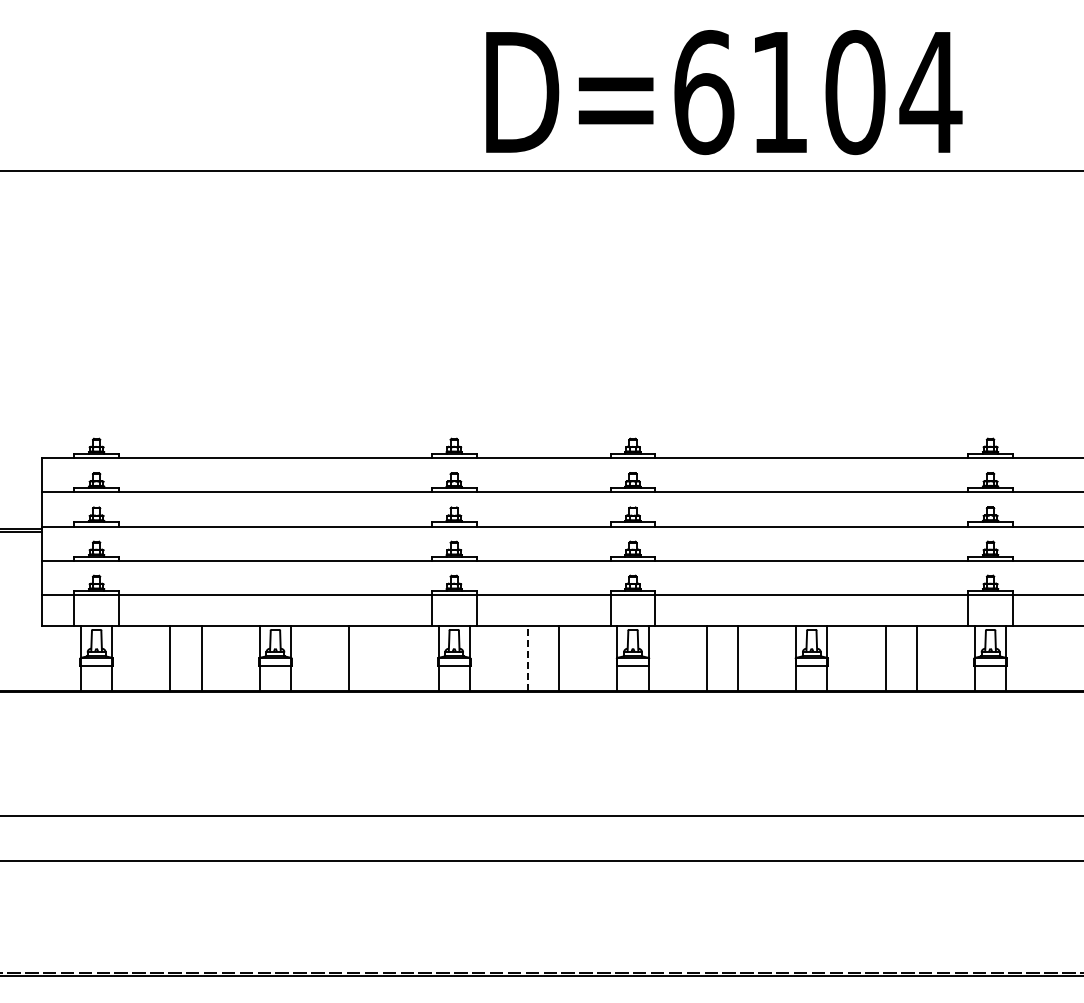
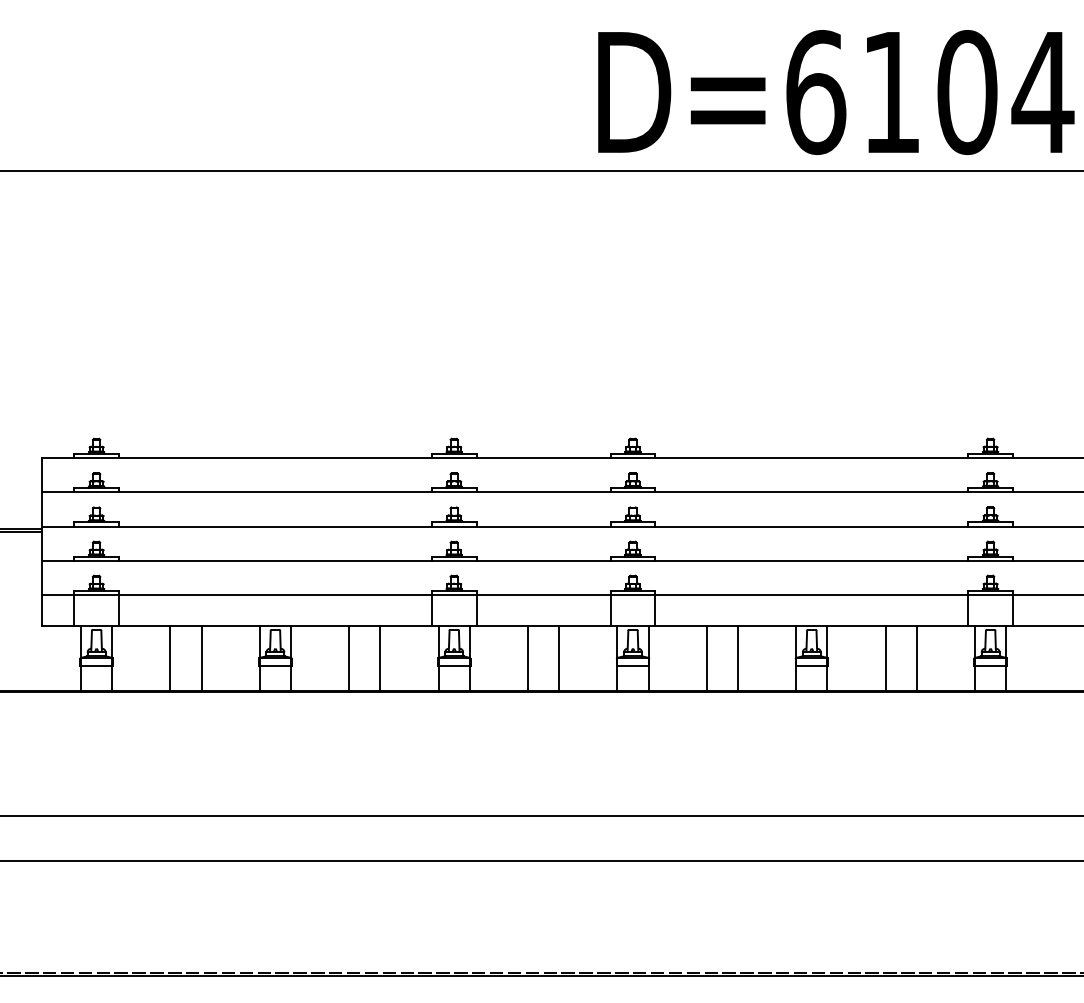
text at (724, 92) position: (724, 92) -> (836, 92)
line at (527, 657): dashed -> solid
line at (380, 658): none -> present
